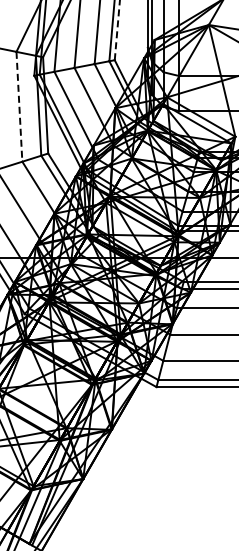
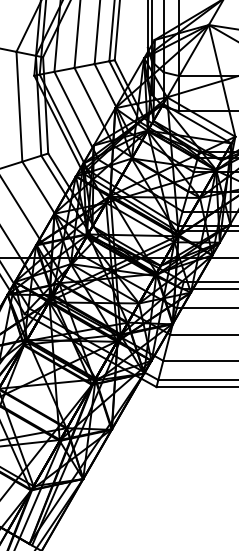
line at (117, 29): dashed -> solid
line at (19, 106): dashed -> solid
